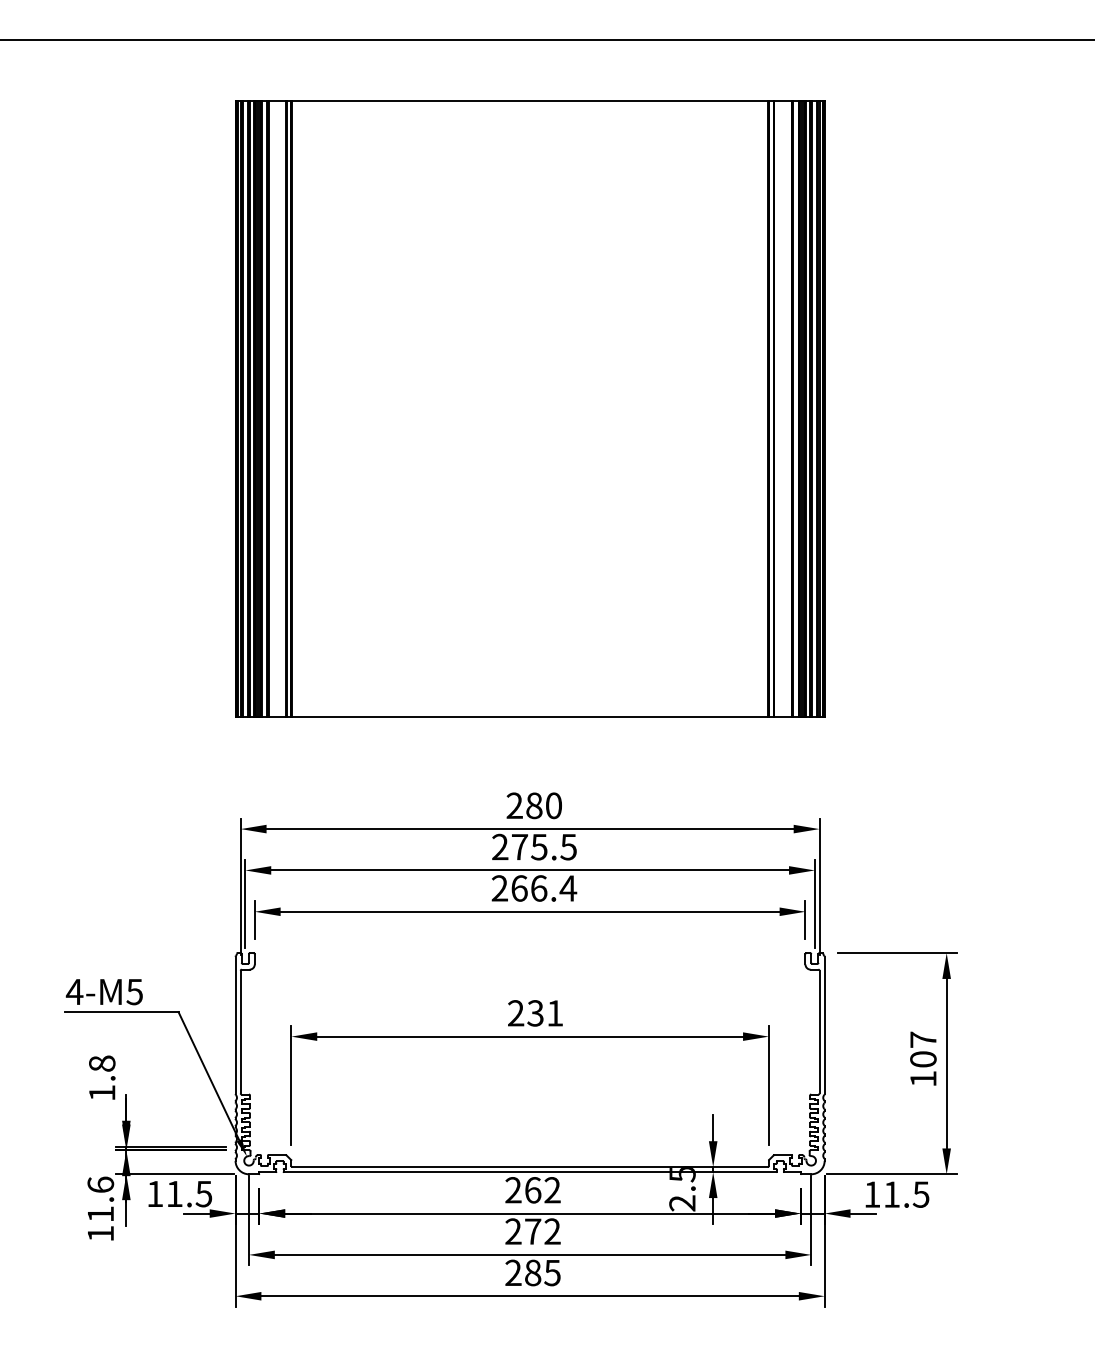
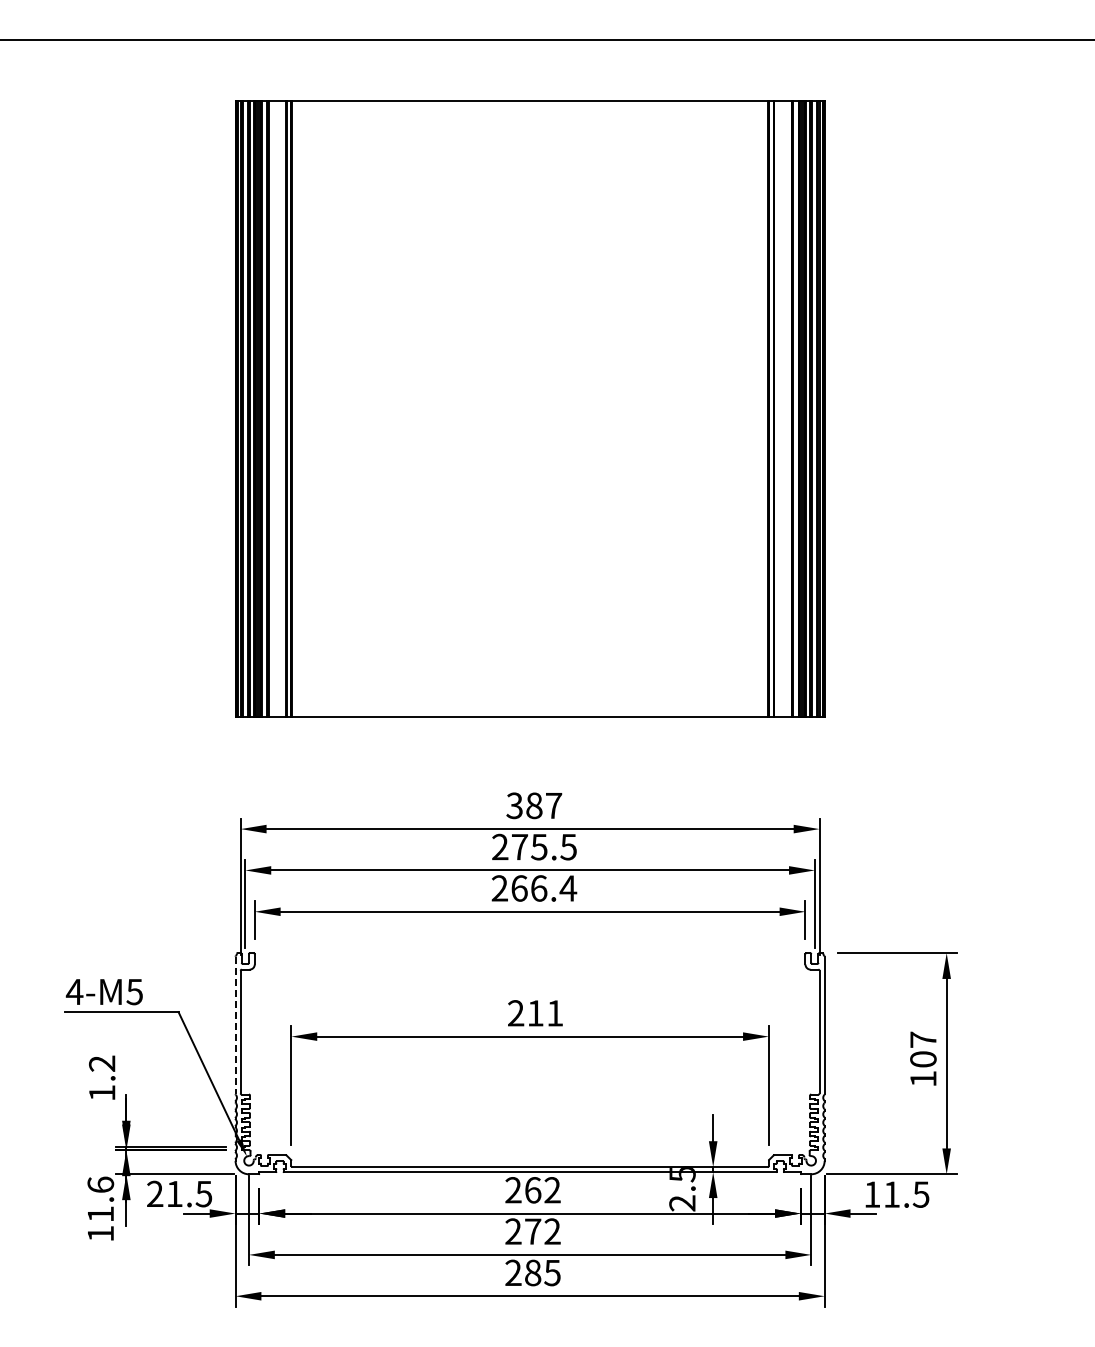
text at (534, 805): 280 -> 387
text at (535, 1013): 231 -> 211
line at (235, 1025): solid -> dashed
text at (102, 1063): 1.8 -> 1.2
text at (155, 1193): 11.5 -> 21.5
